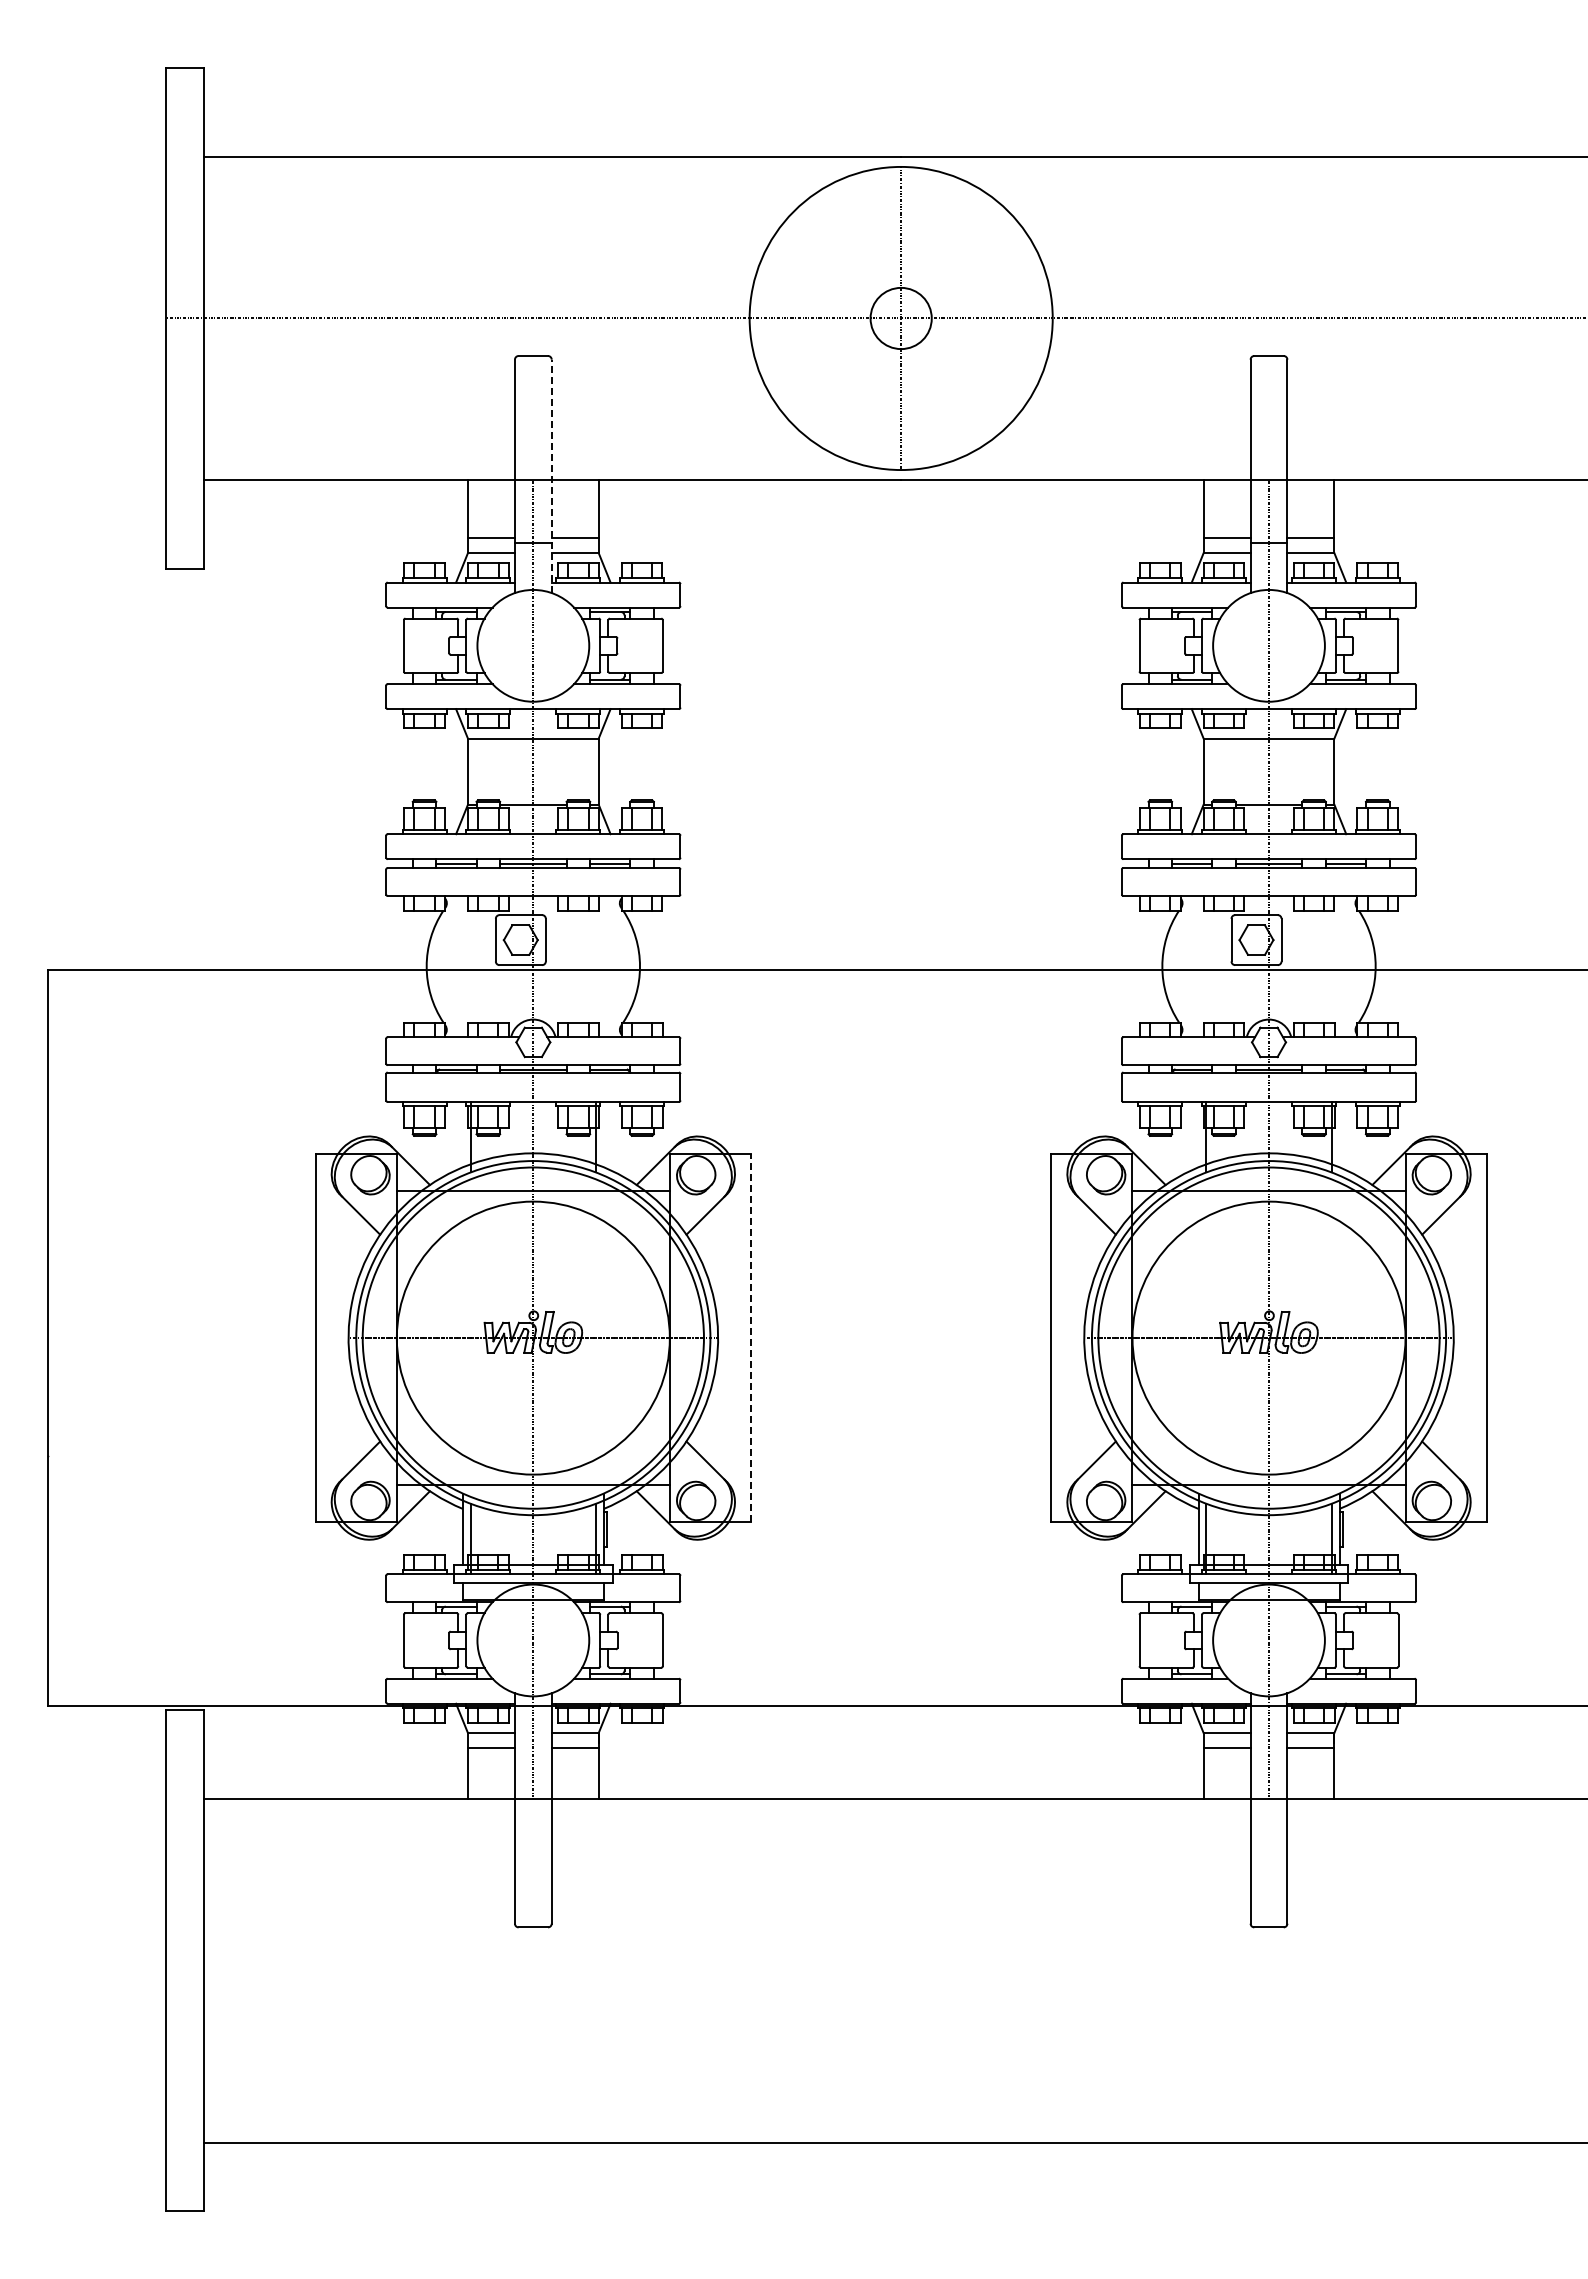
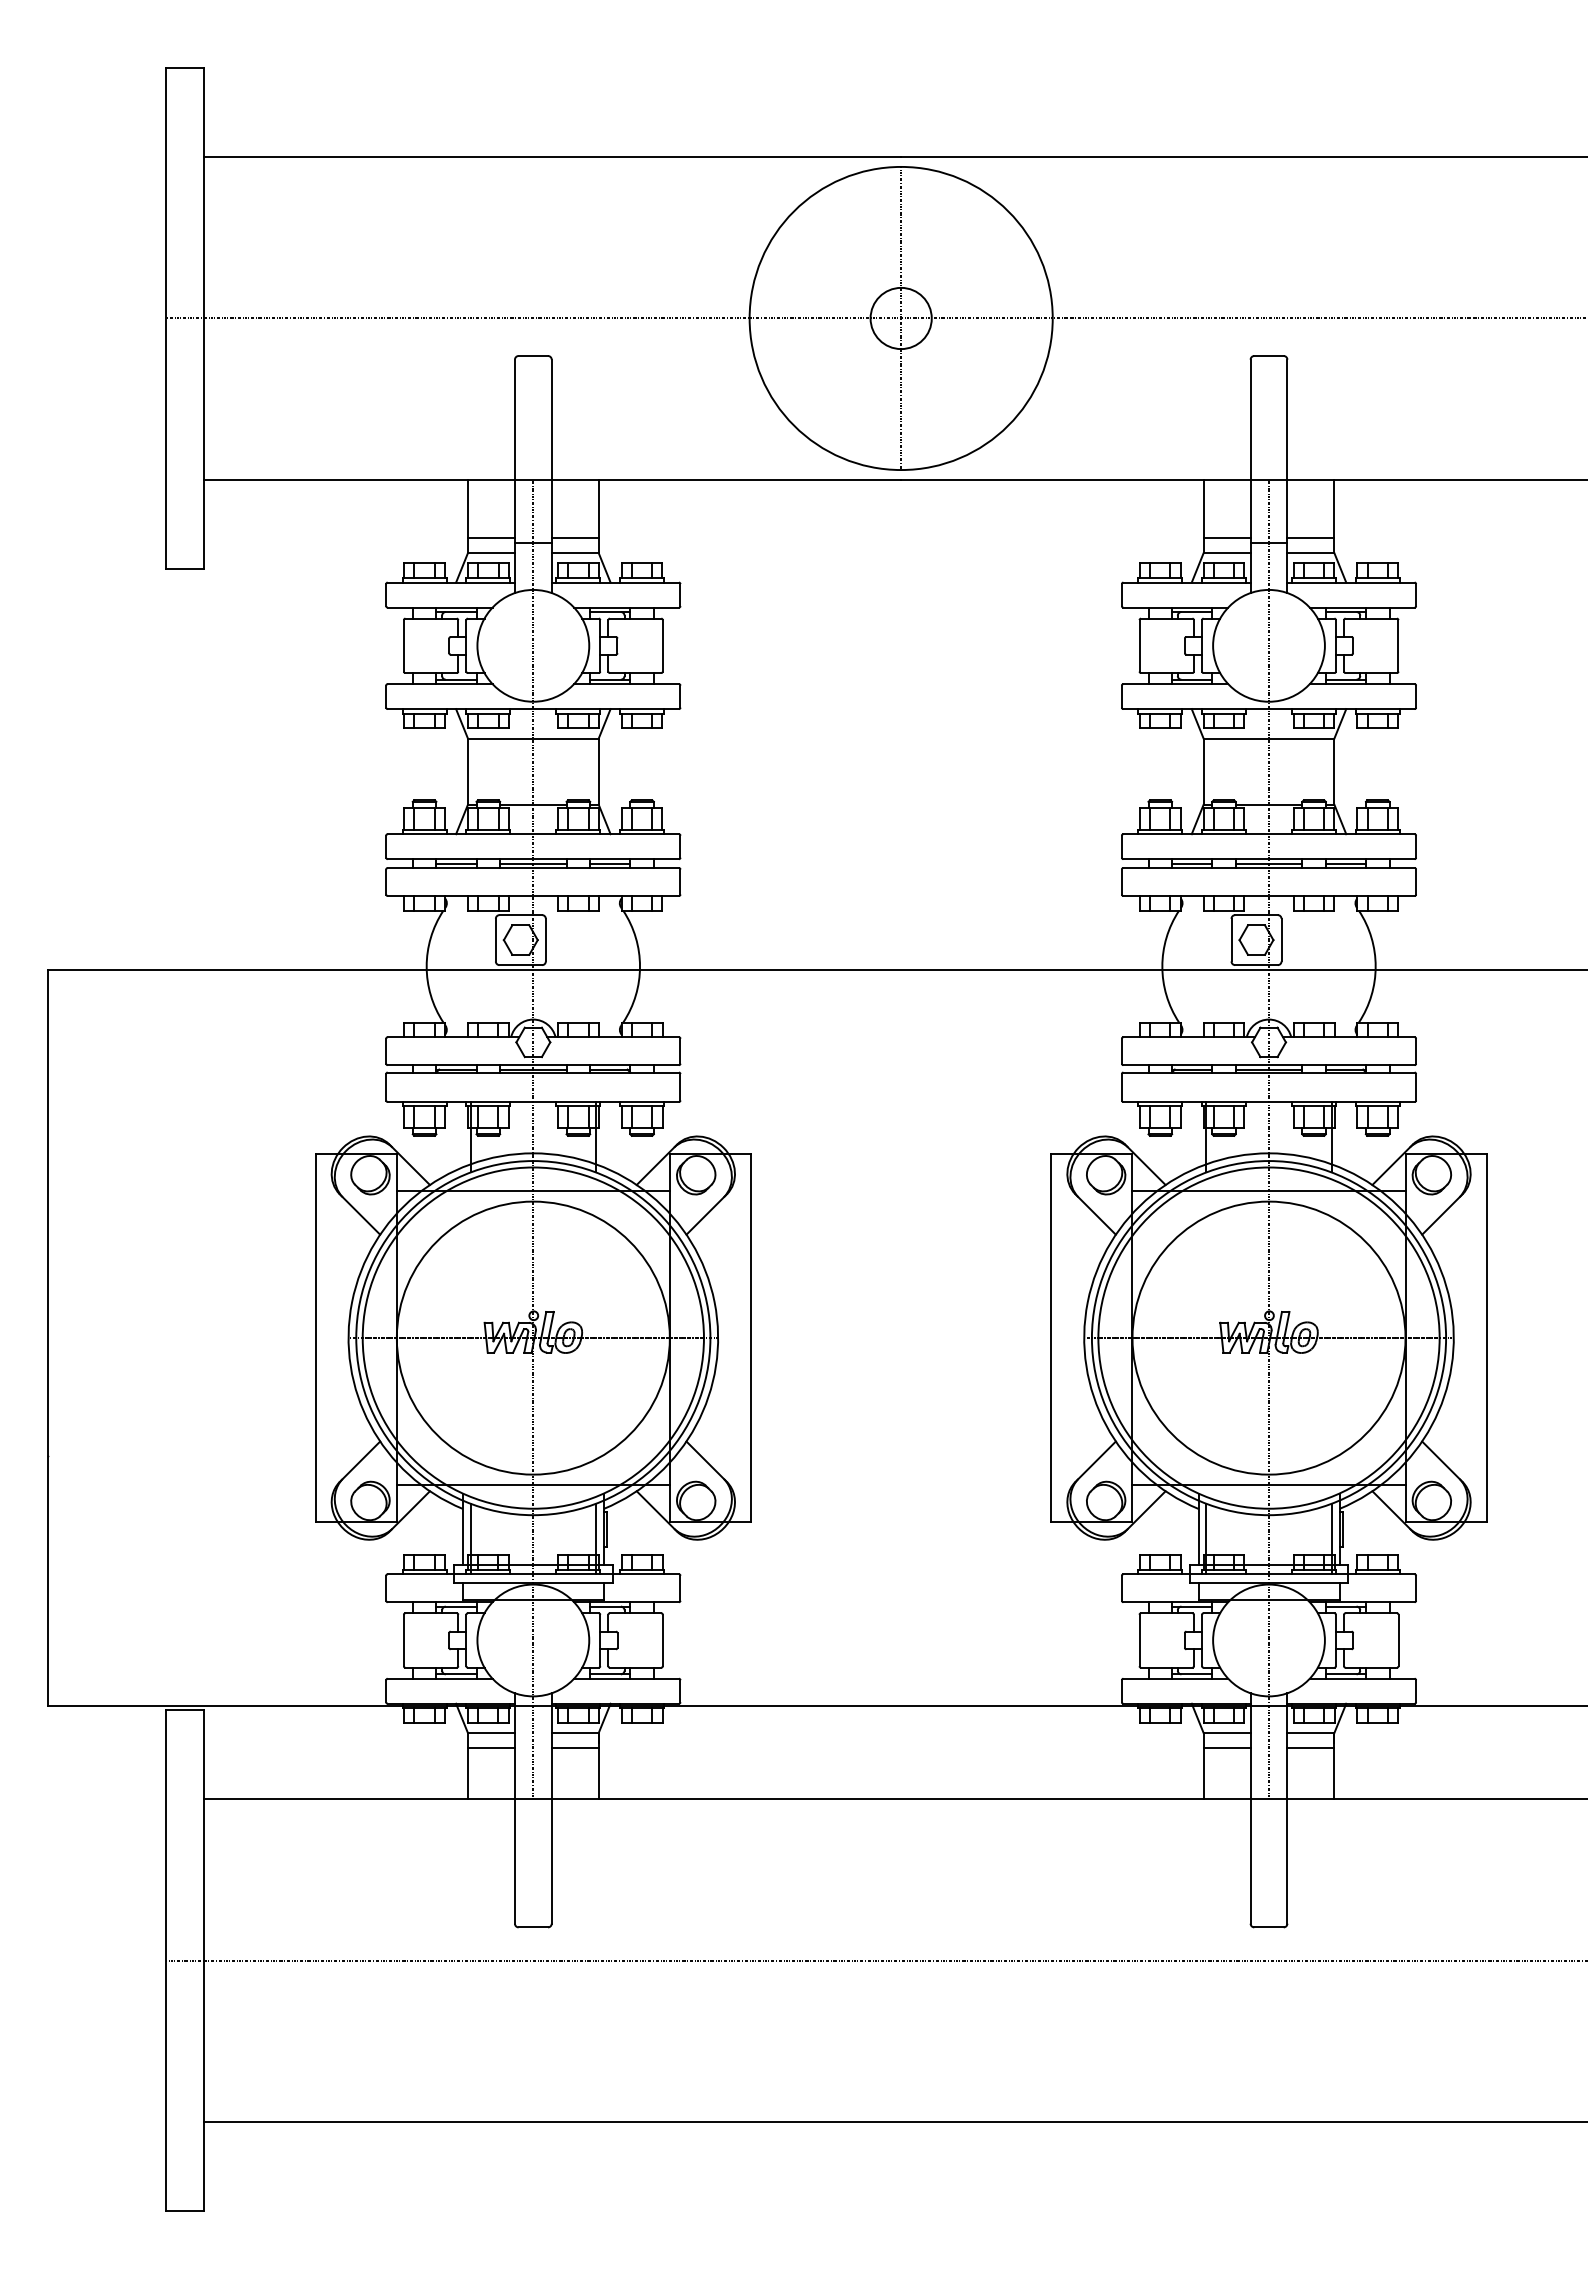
line at (551, 476): dashed -> solid
line at (751, 1338): dashed -> solid
line at (874, 1960): none -> present
line at (893, 2142) position: (893, 2142) -> (893, 2121)
